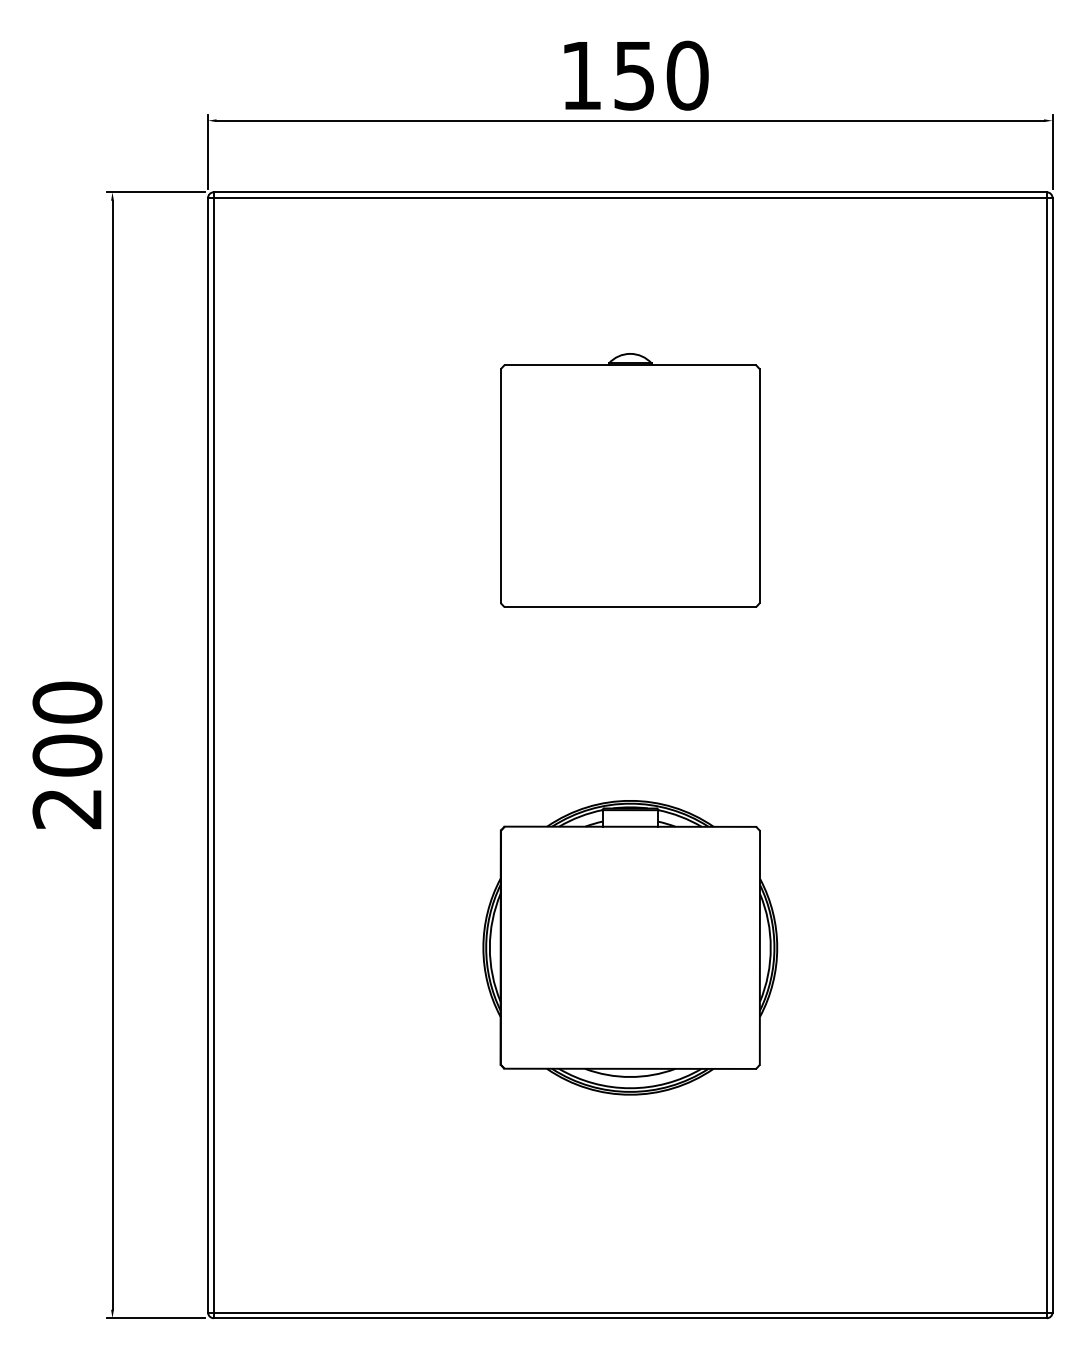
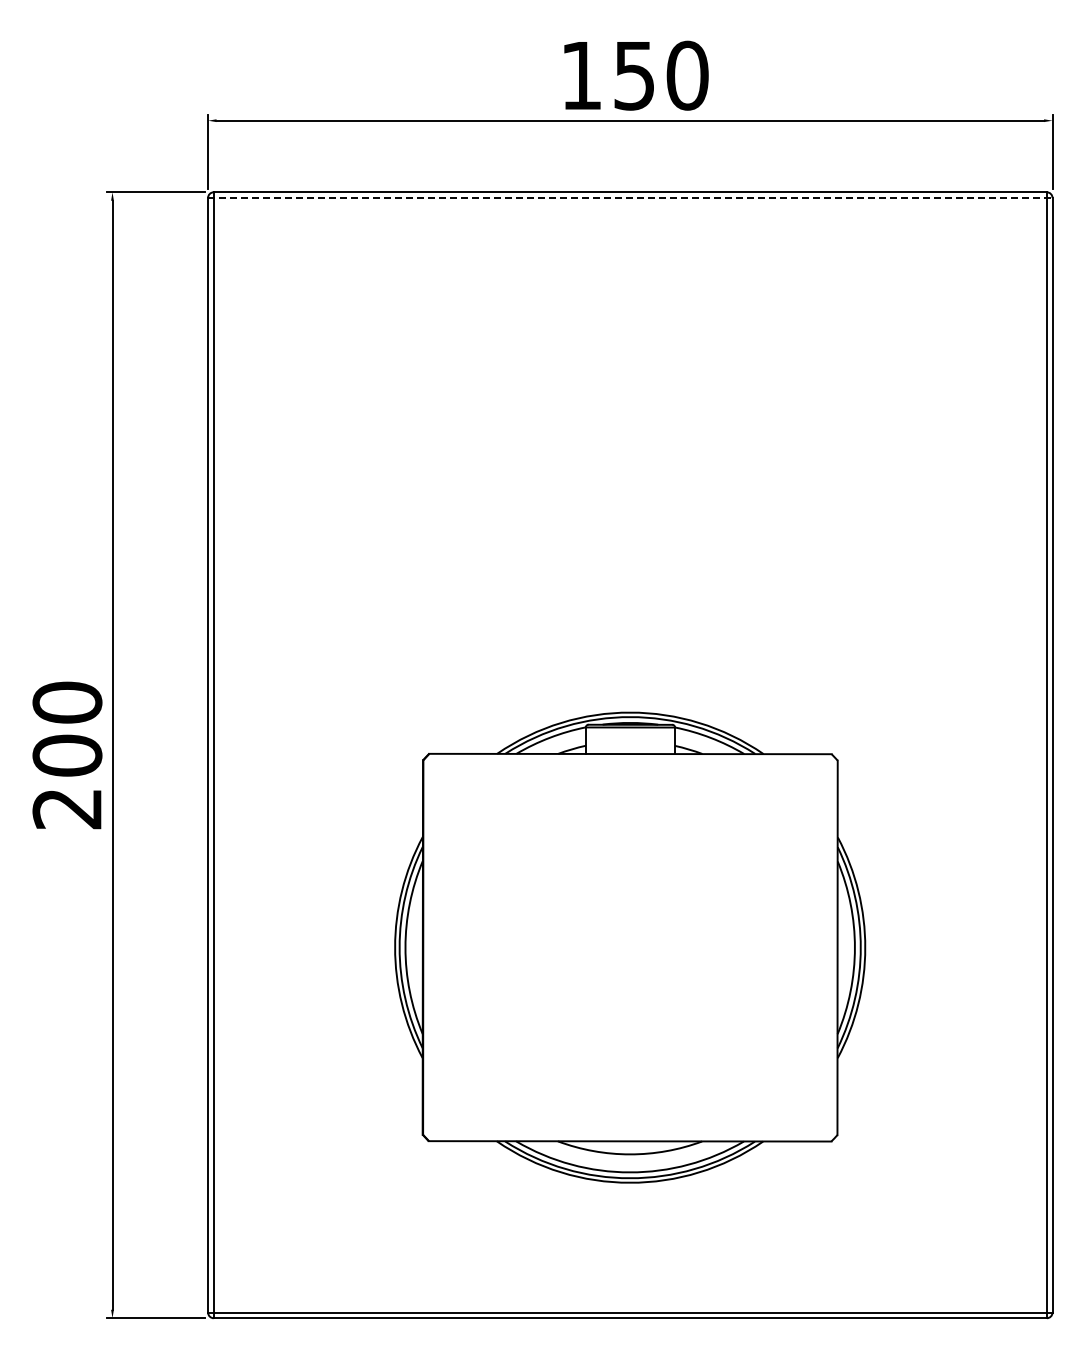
line at (630, 197): solid -> dashed
part at (630, 480): present -> none
part at (630, 947) size: 297x296 px -> 473x473 px
